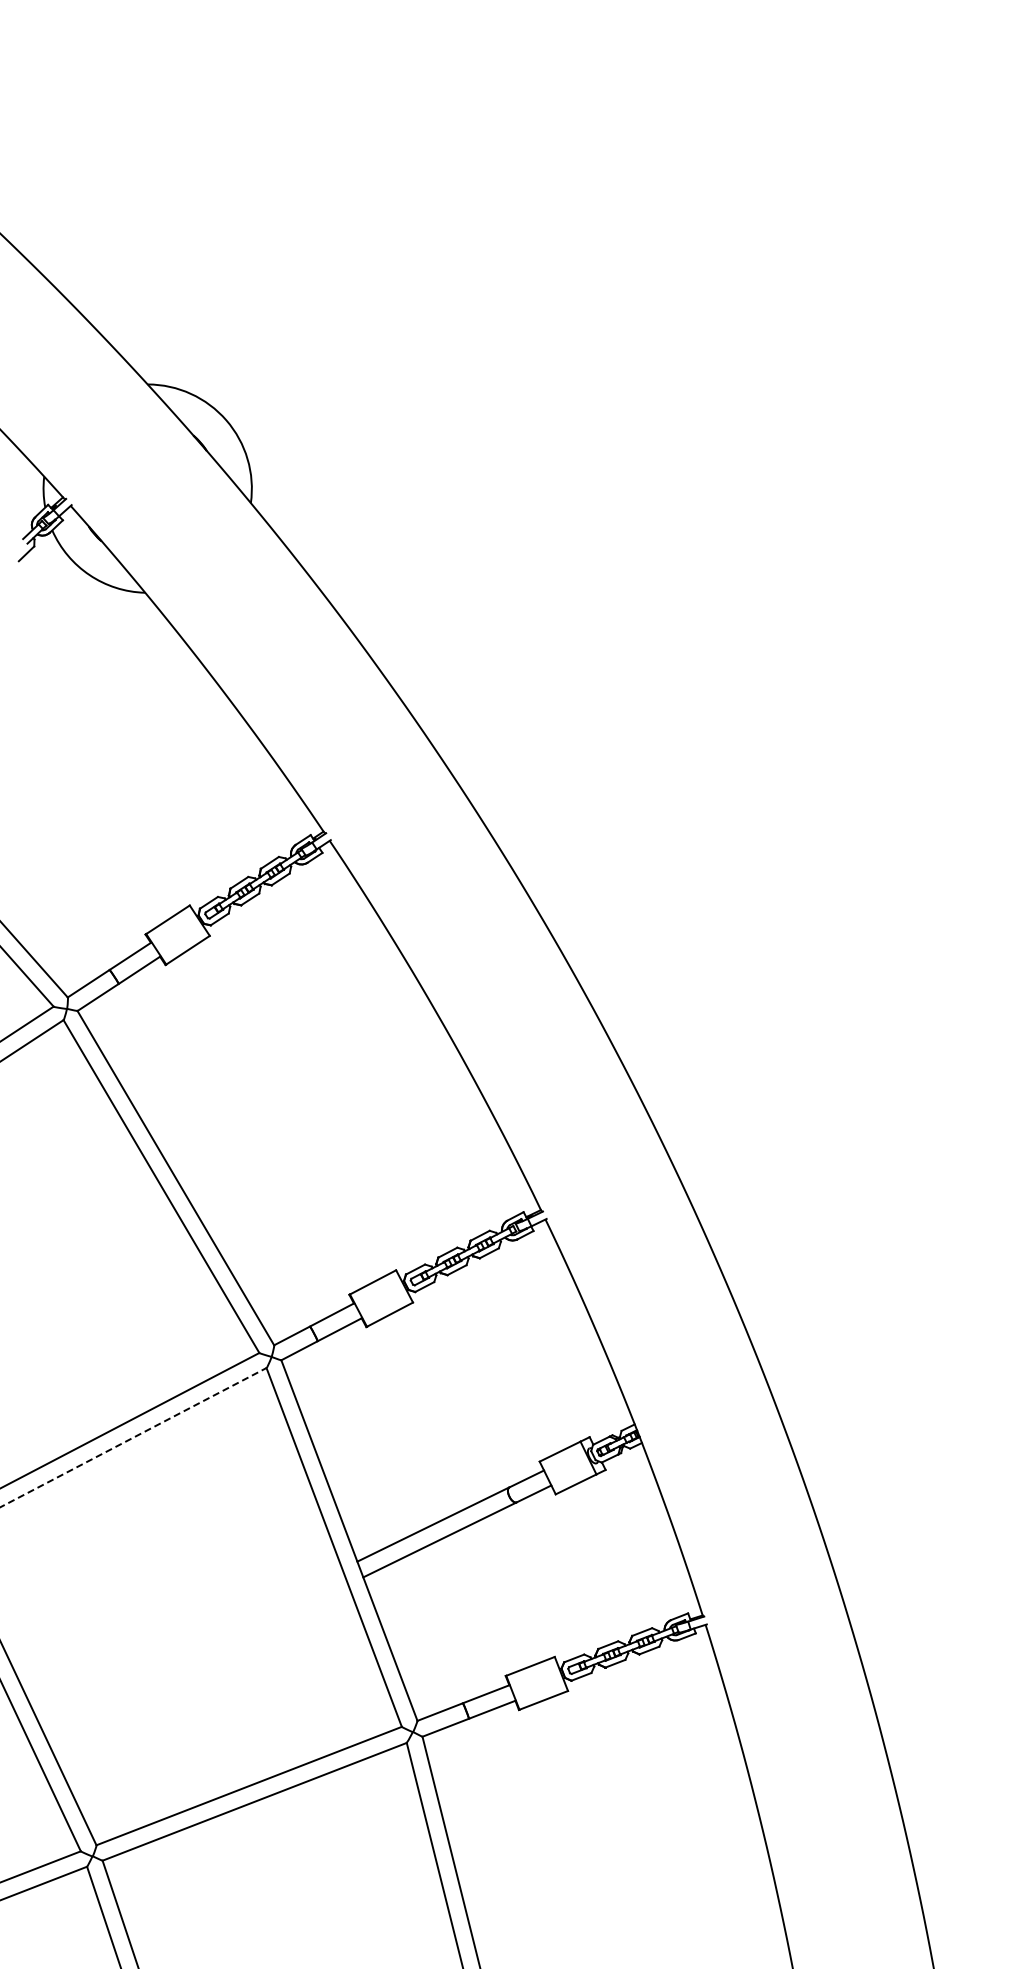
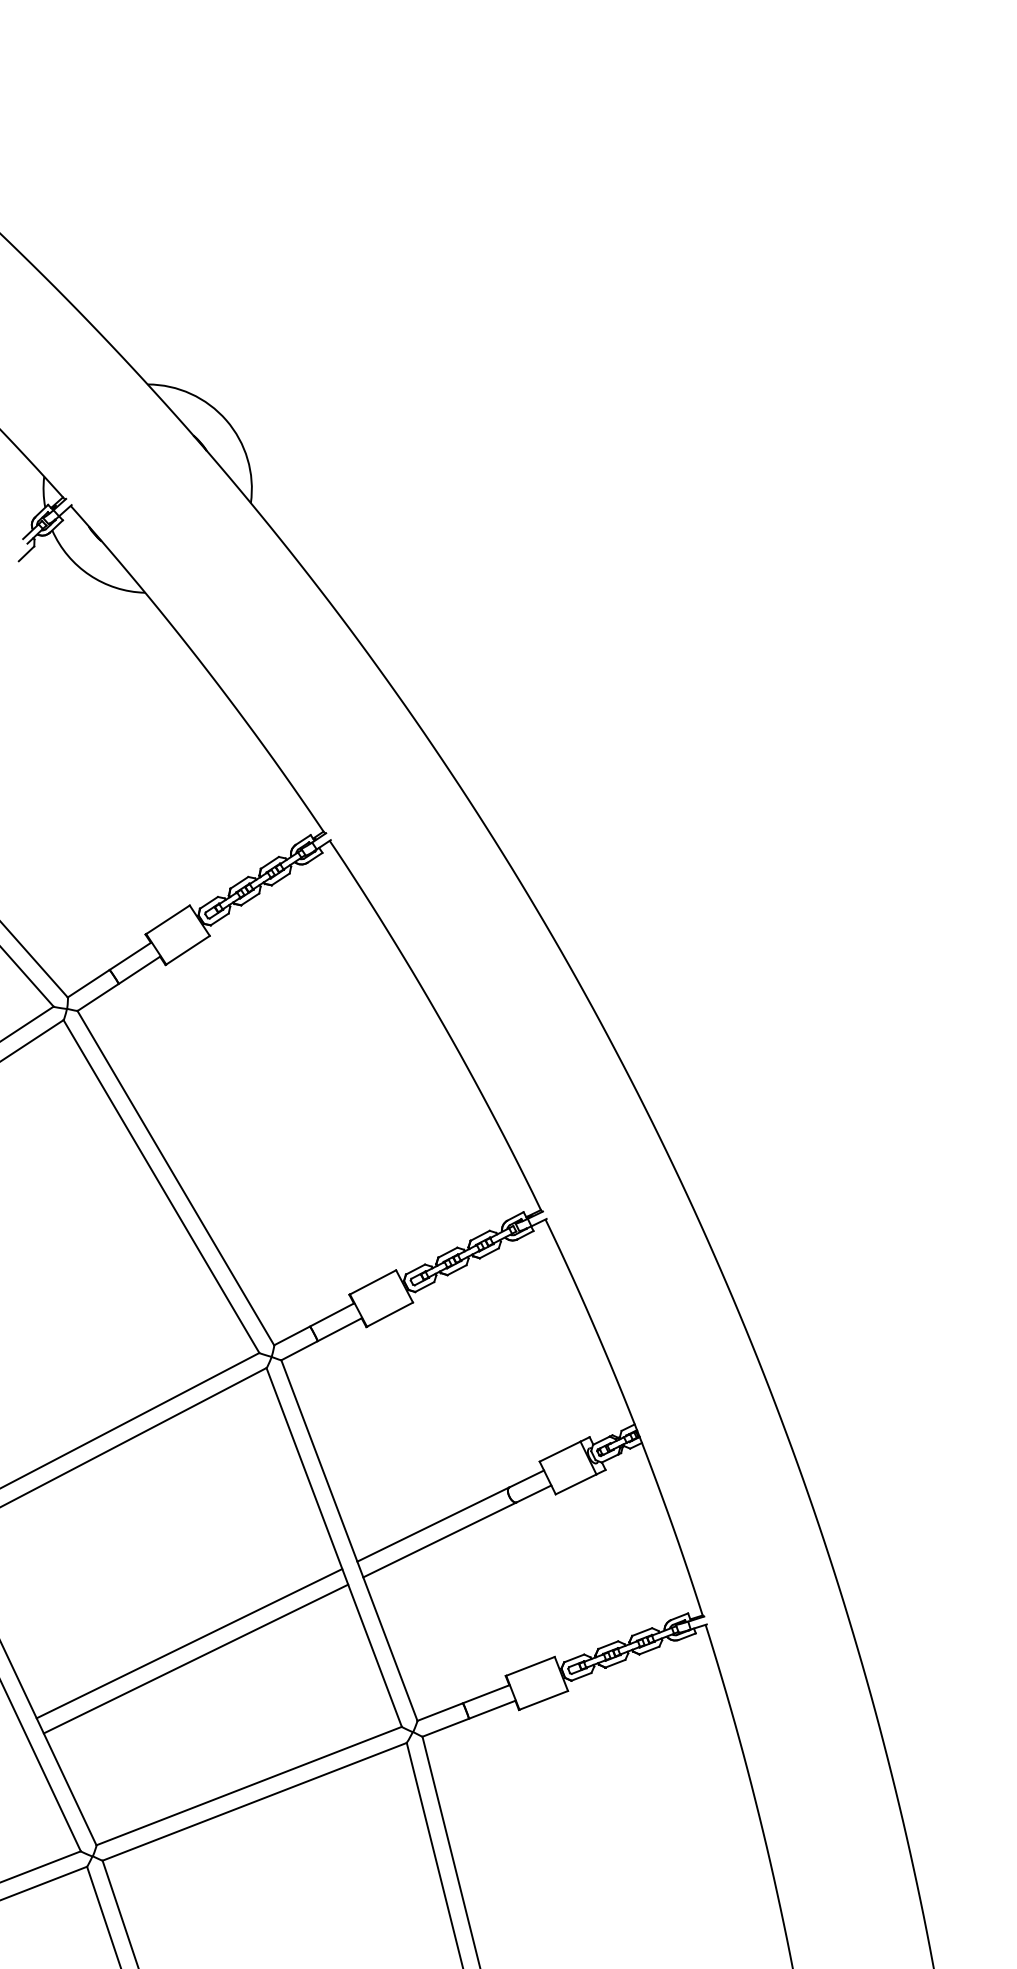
line at (133, 1437): dashed -> solid
line at (189, 1643): none -> present
line at (195, 1658): none -> present
